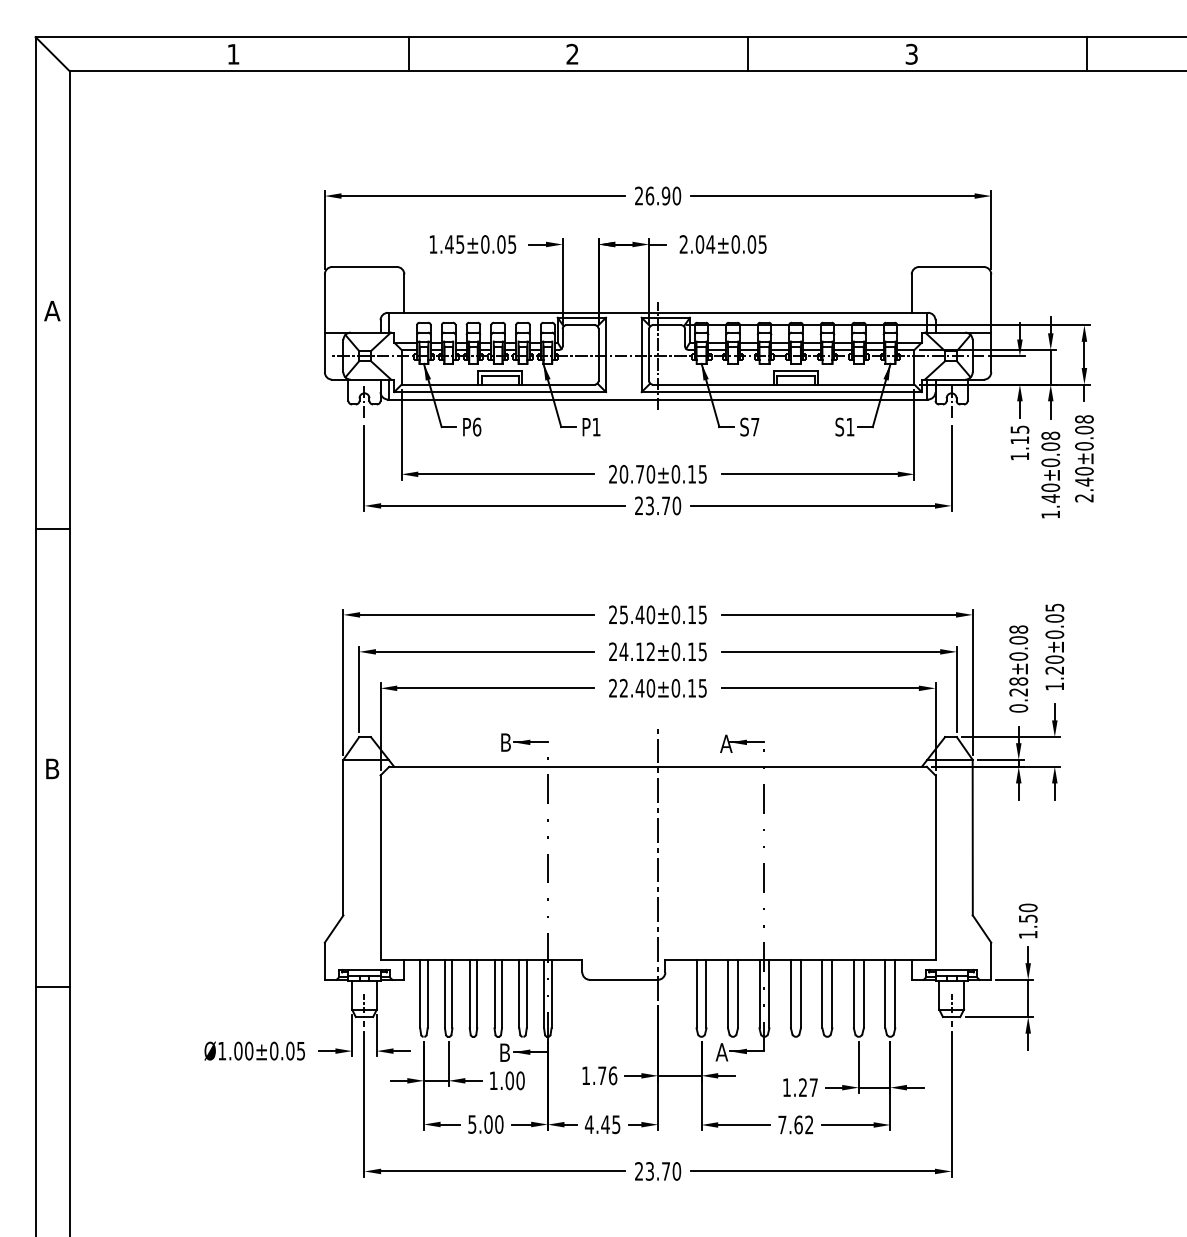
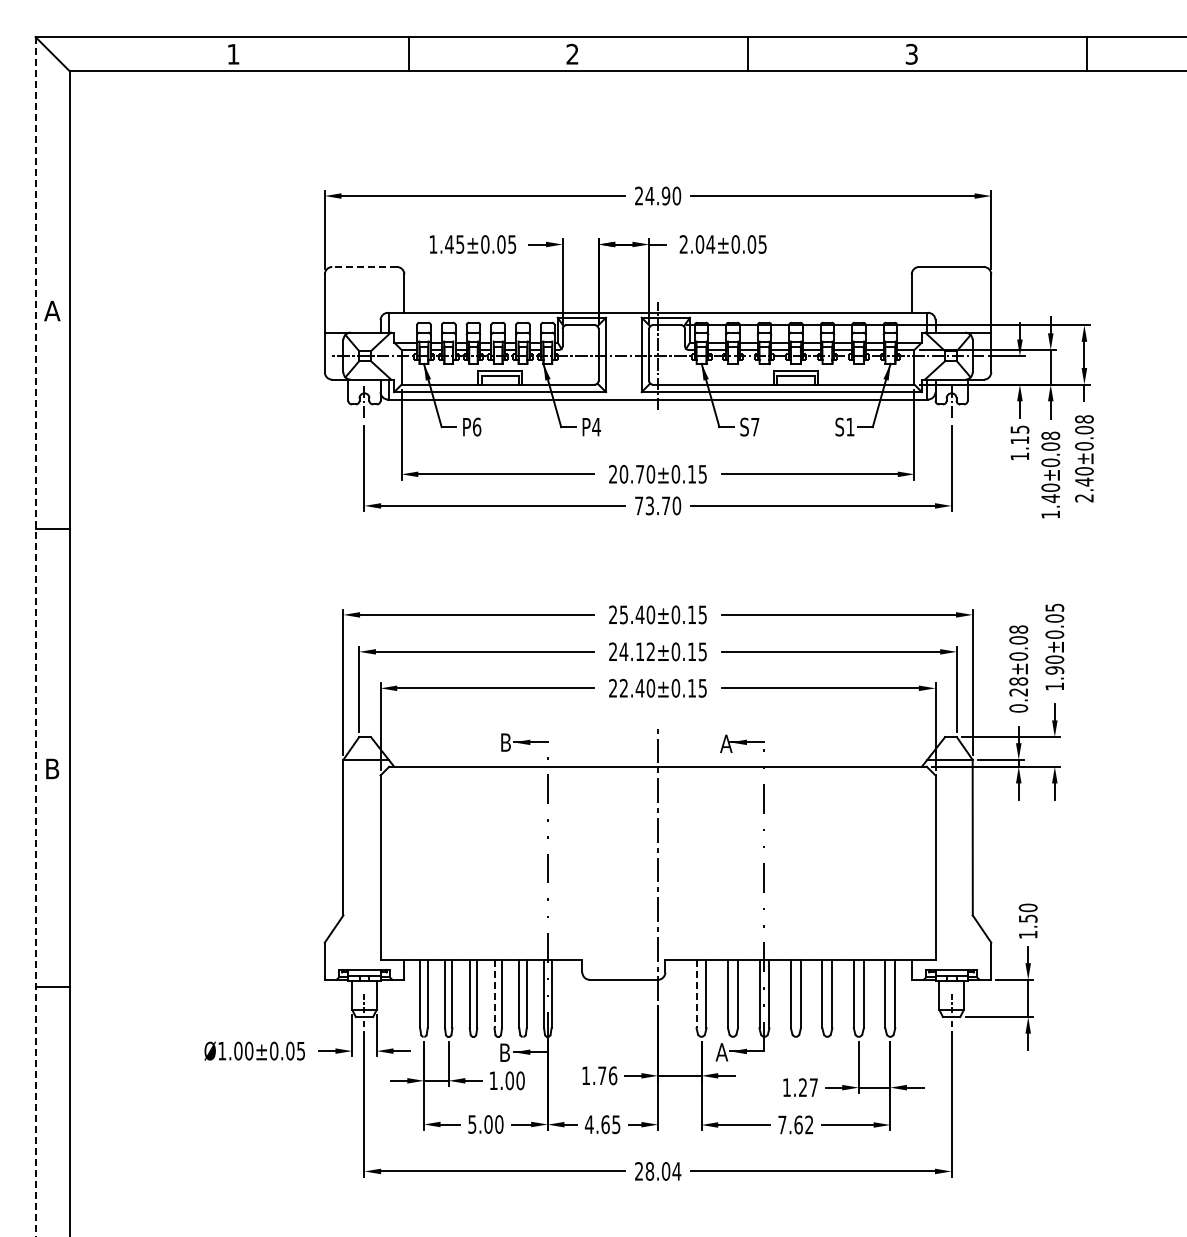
text at (649, 195): 26.90 -> 24.90
line at (364, 266): solid -> dashed
text at (596, 427): P1 -> P4
text at (639, 505): 23.70 -> 73.70
line at (35, 636): solid -> dashed
text at (1054, 670): 1.20±0.05 -> 1.90±0.05
line at (494, 994): solid -> dashed
line at (696, 994): solid -> dashed
text at (605, 1124): 4.45 -> 4.65
text at (663, 1171): 23.70 -> 28.04
